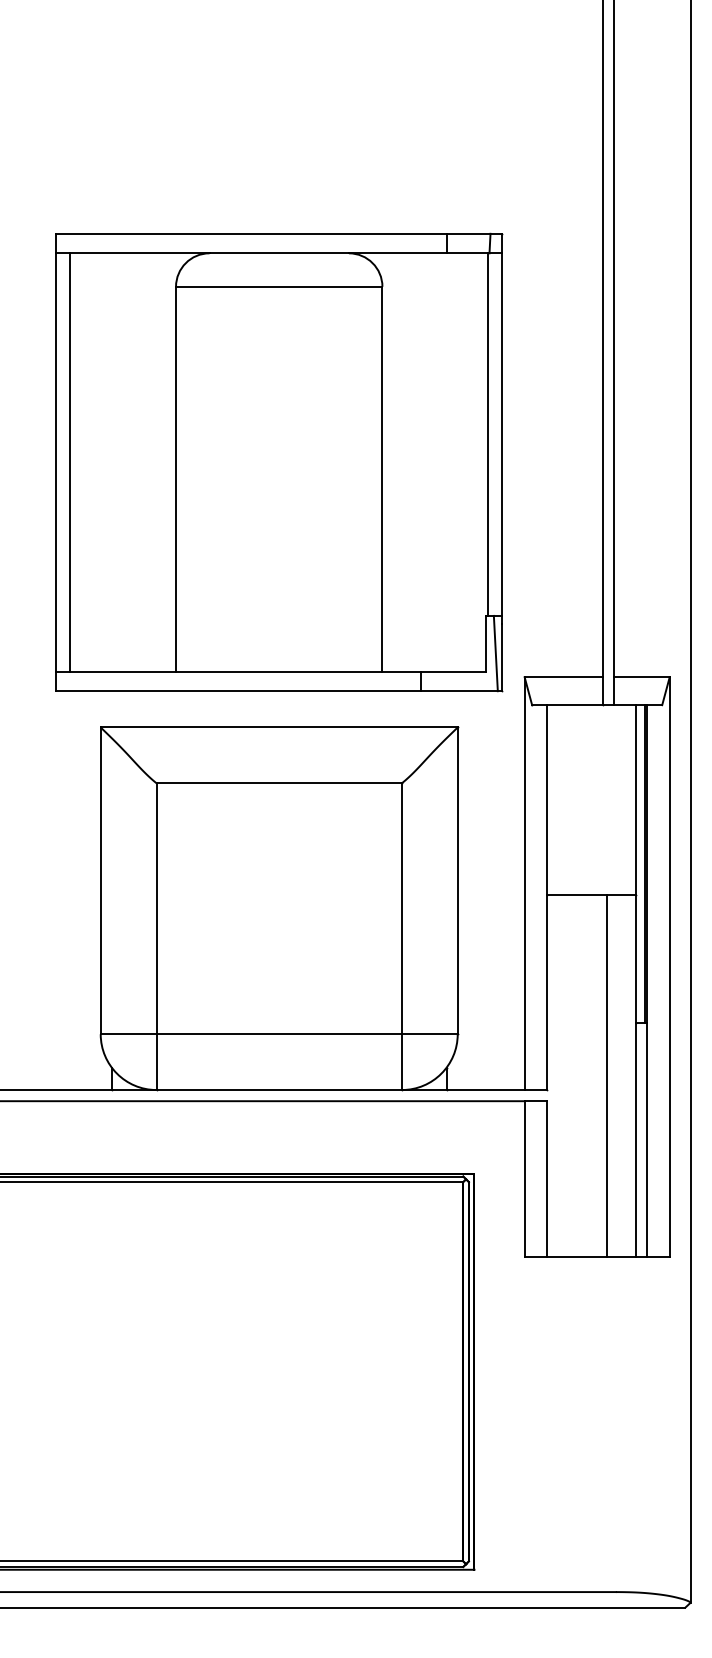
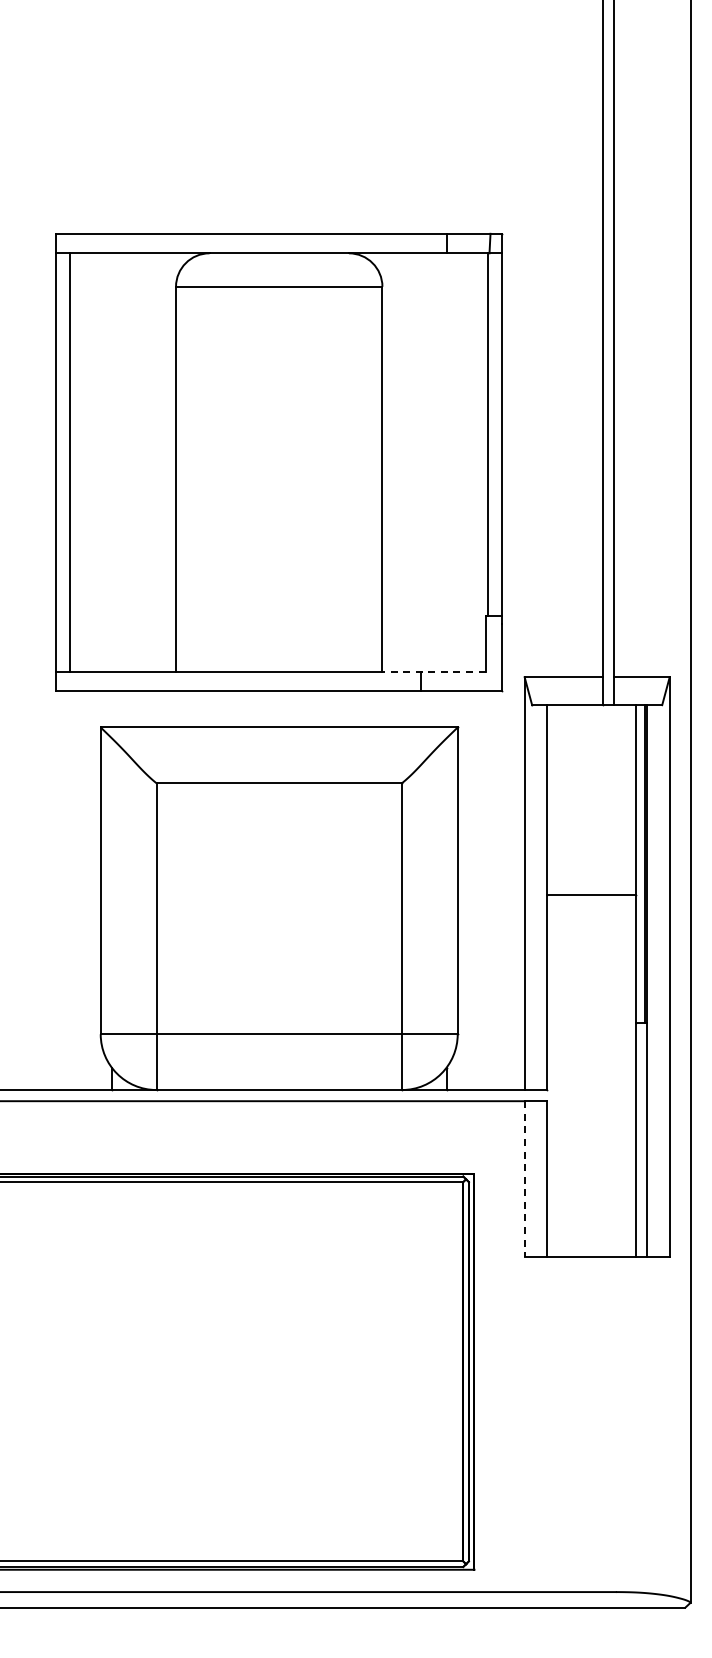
line at (495, 653): present -> none
line at (434, 671): solid -> dashed
line at (607, 1075): present -> none
line at (524, 1179): solid -> dashed
